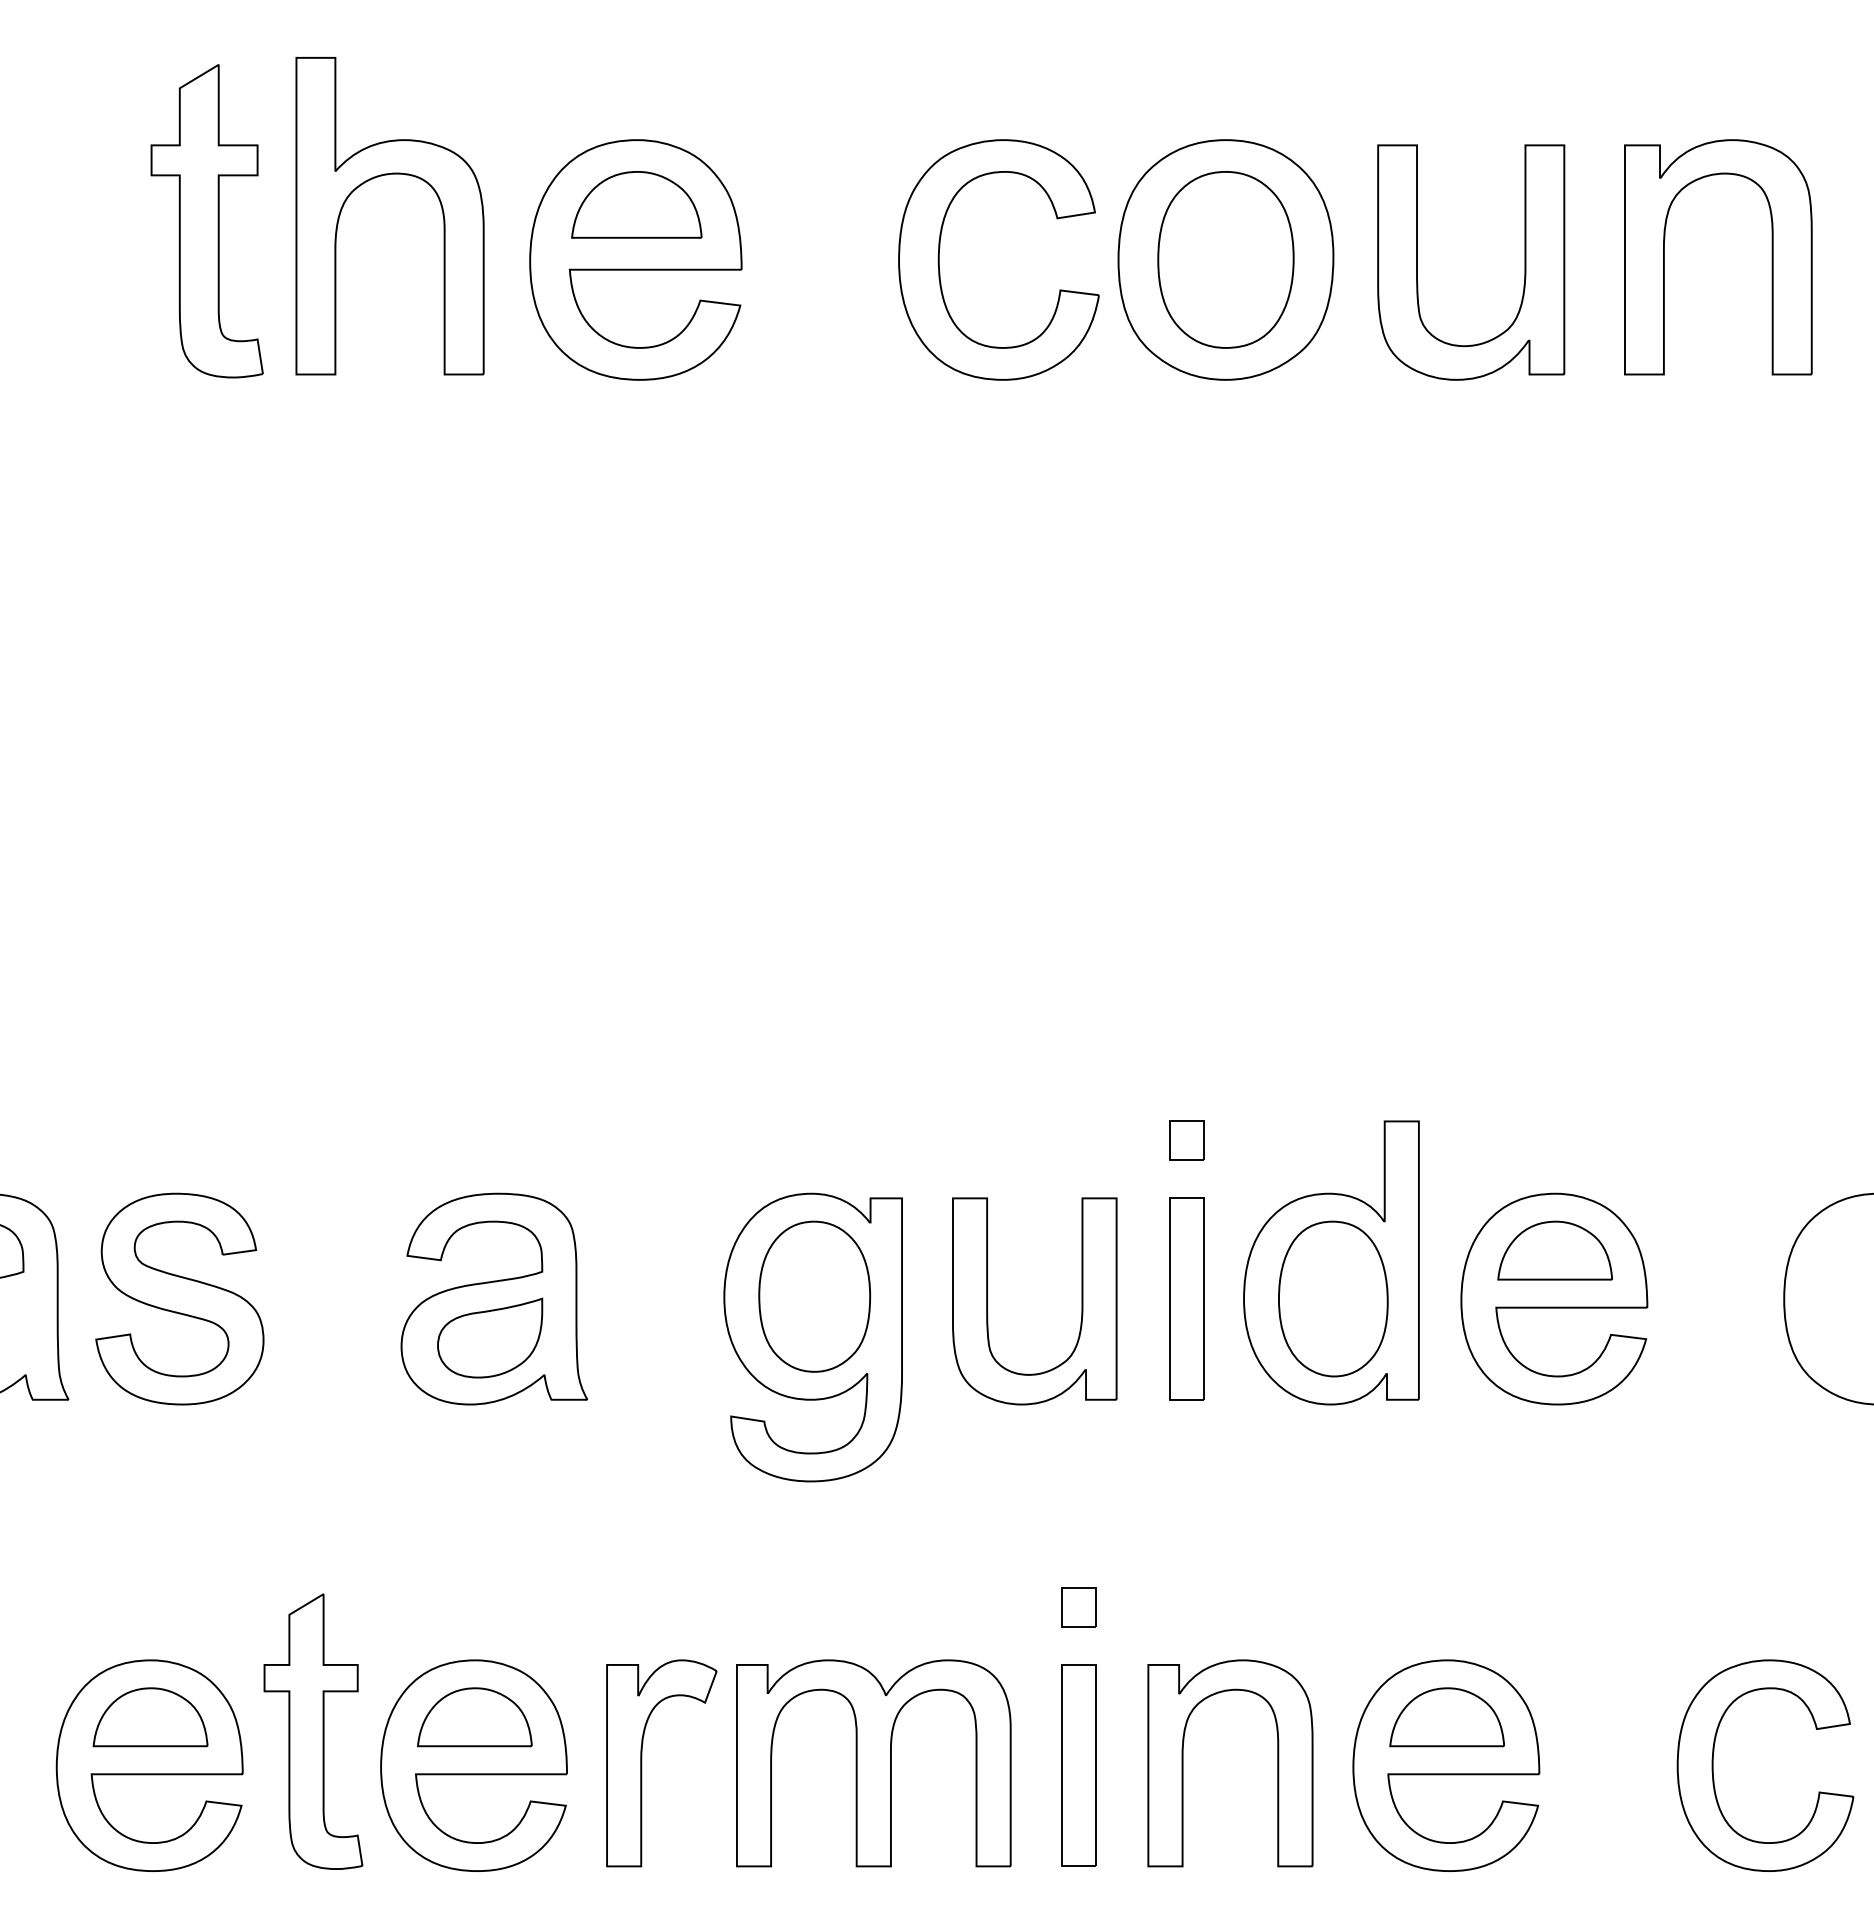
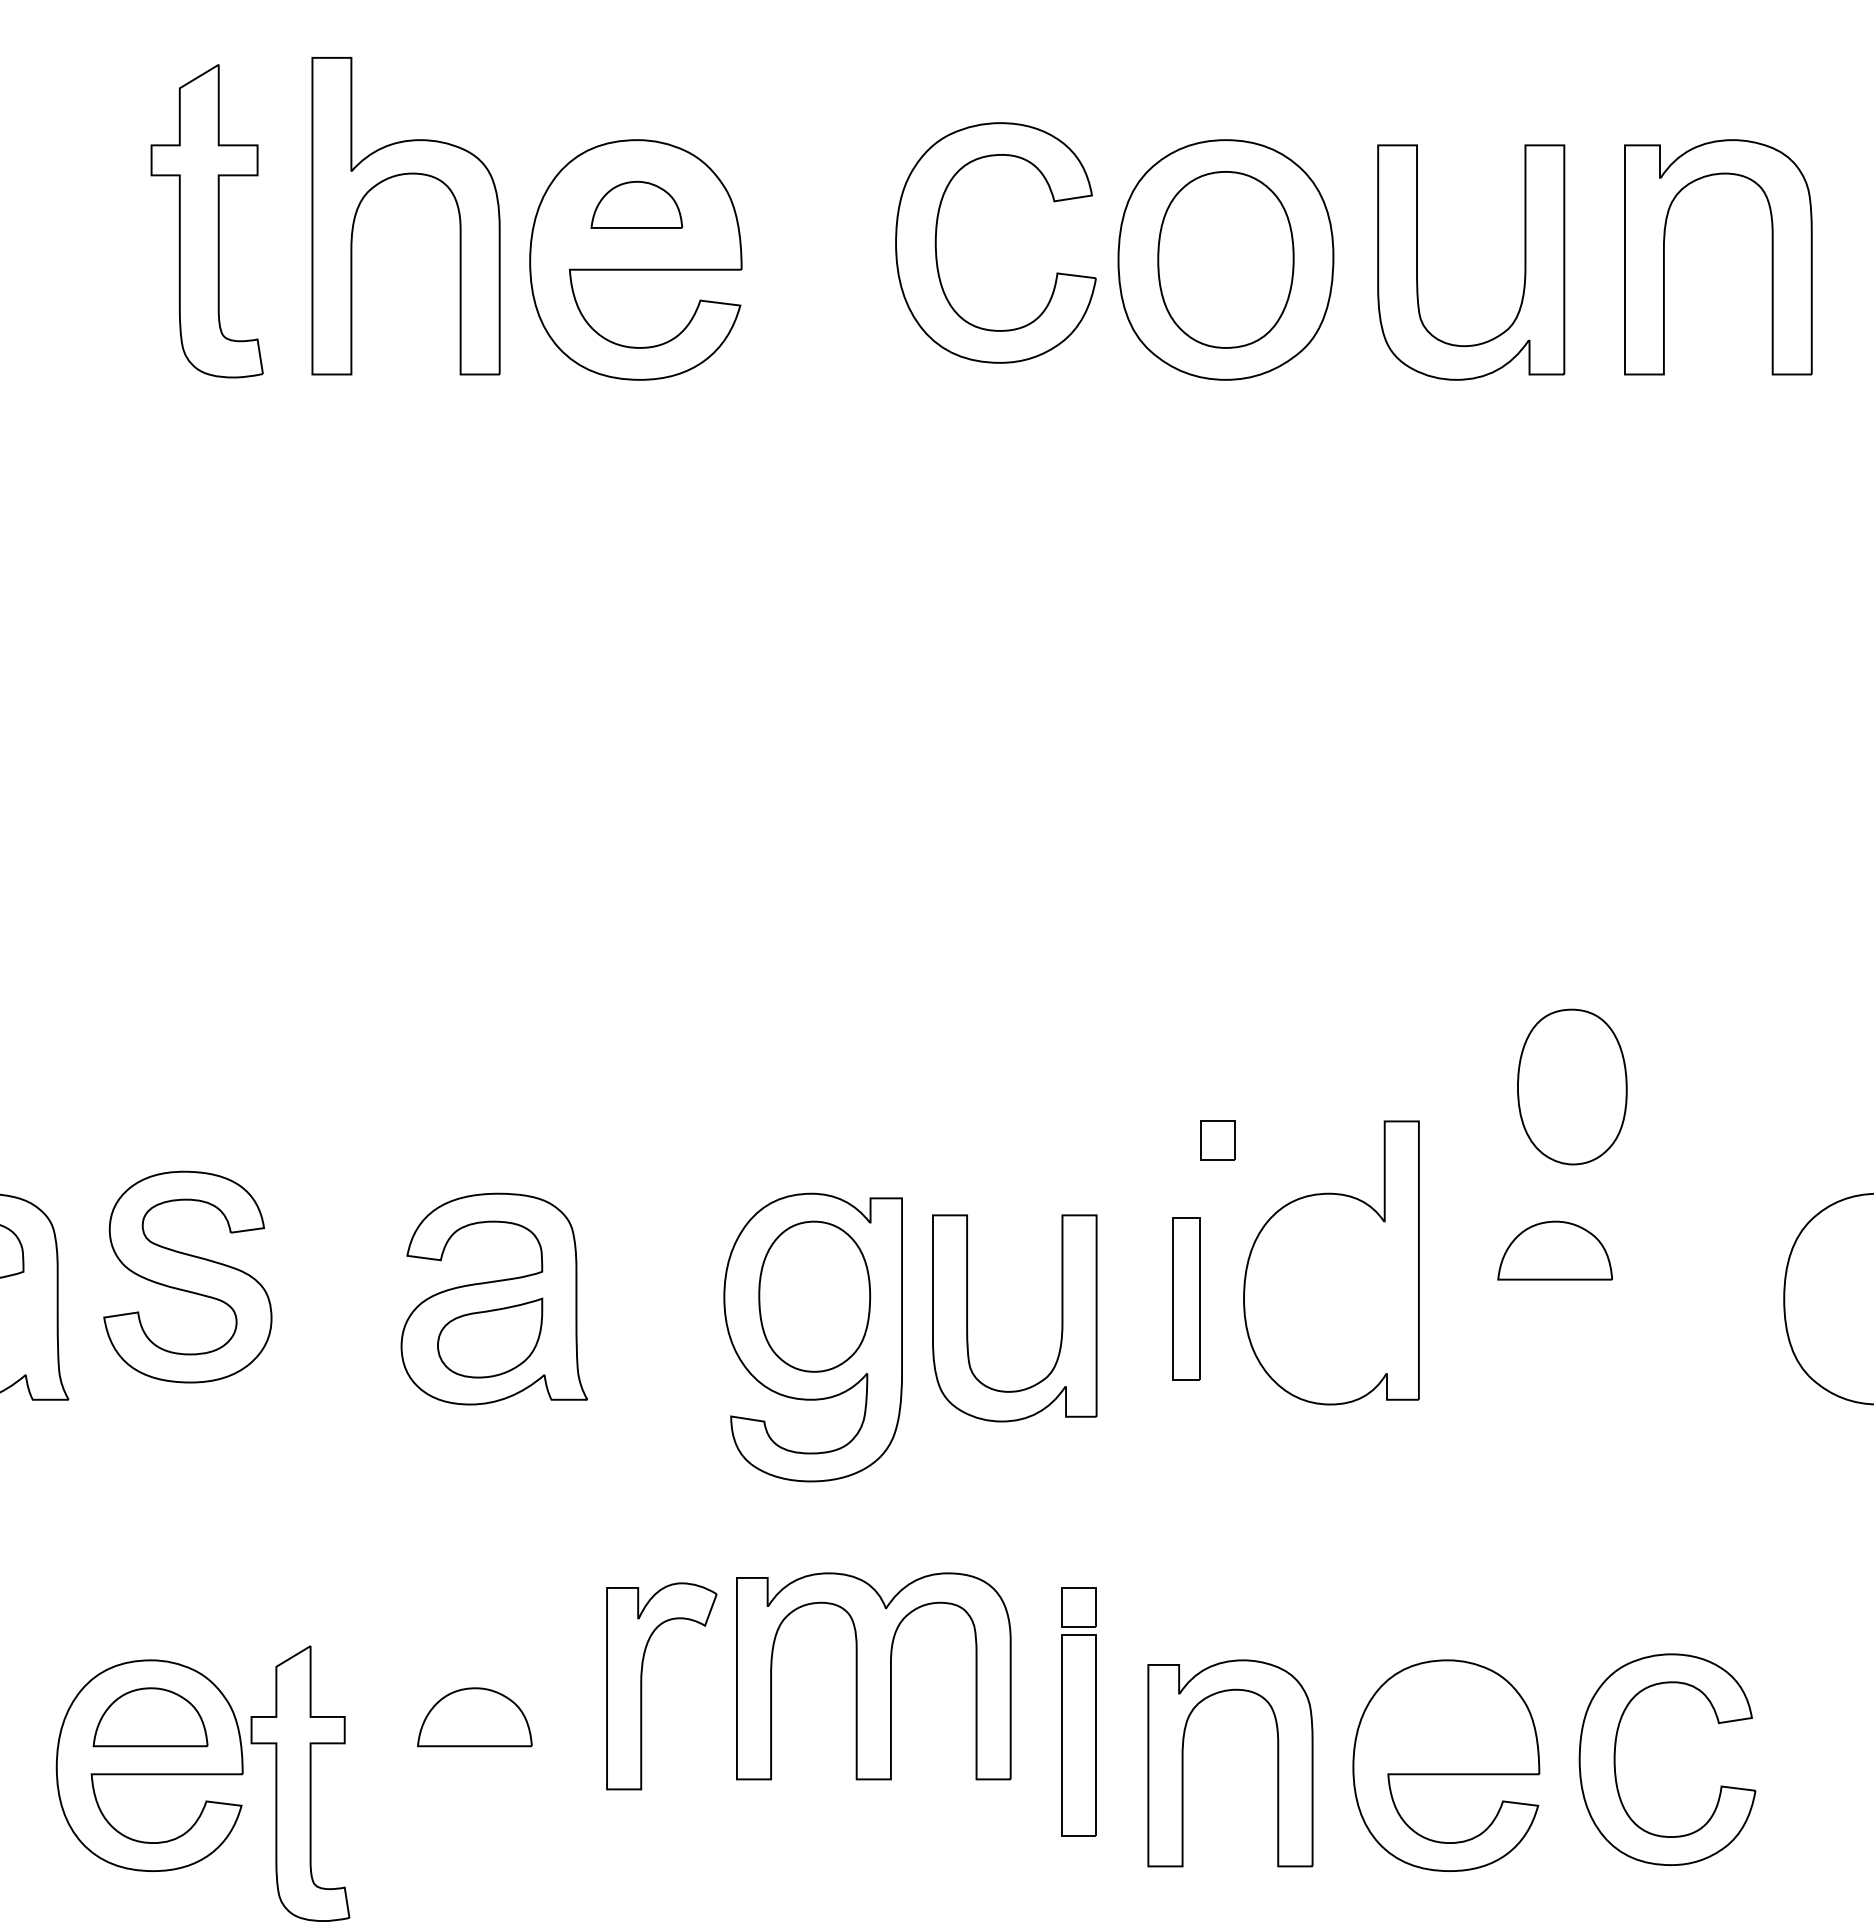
part at (375, 178) position: (375, 178) -> (391, 178)
part at (636, 204) size: 132x68 px -> 94x49 px
part at (939, 259) position: (939, 259) -> (936, 242)
part at (1186, 1140) position: (1186, 1140) -> (1217, 1140)
part at (179, 1298) position: (179, 1298) -> (187, 1276)
part at (1186, 1298) size: 36x204 px -> 29x164 px
part at (1333, 1298) position: (1333, 1298) -> (1572, 1086)
part at (1554, 1298): present -> none
part at (987, 1301) position: (987, 1301) -> (967, 1318)
part at (1447, 1717): present -> none
part at (313, 1731) position: (313, 1731) -> (300, 1783)
part at (642, 1763) position: (642, 1763) -> (642, 1686)
part at (873, 1763) position: (873, 1763) -> (873, 1676)
part at (473, 1765): present -> none
part at (1078, 1765) position: (1078, 1765) -> (1078, 1735)
part at (1713, 1765) position: (1713, 1765) -> (1615, 1759)
